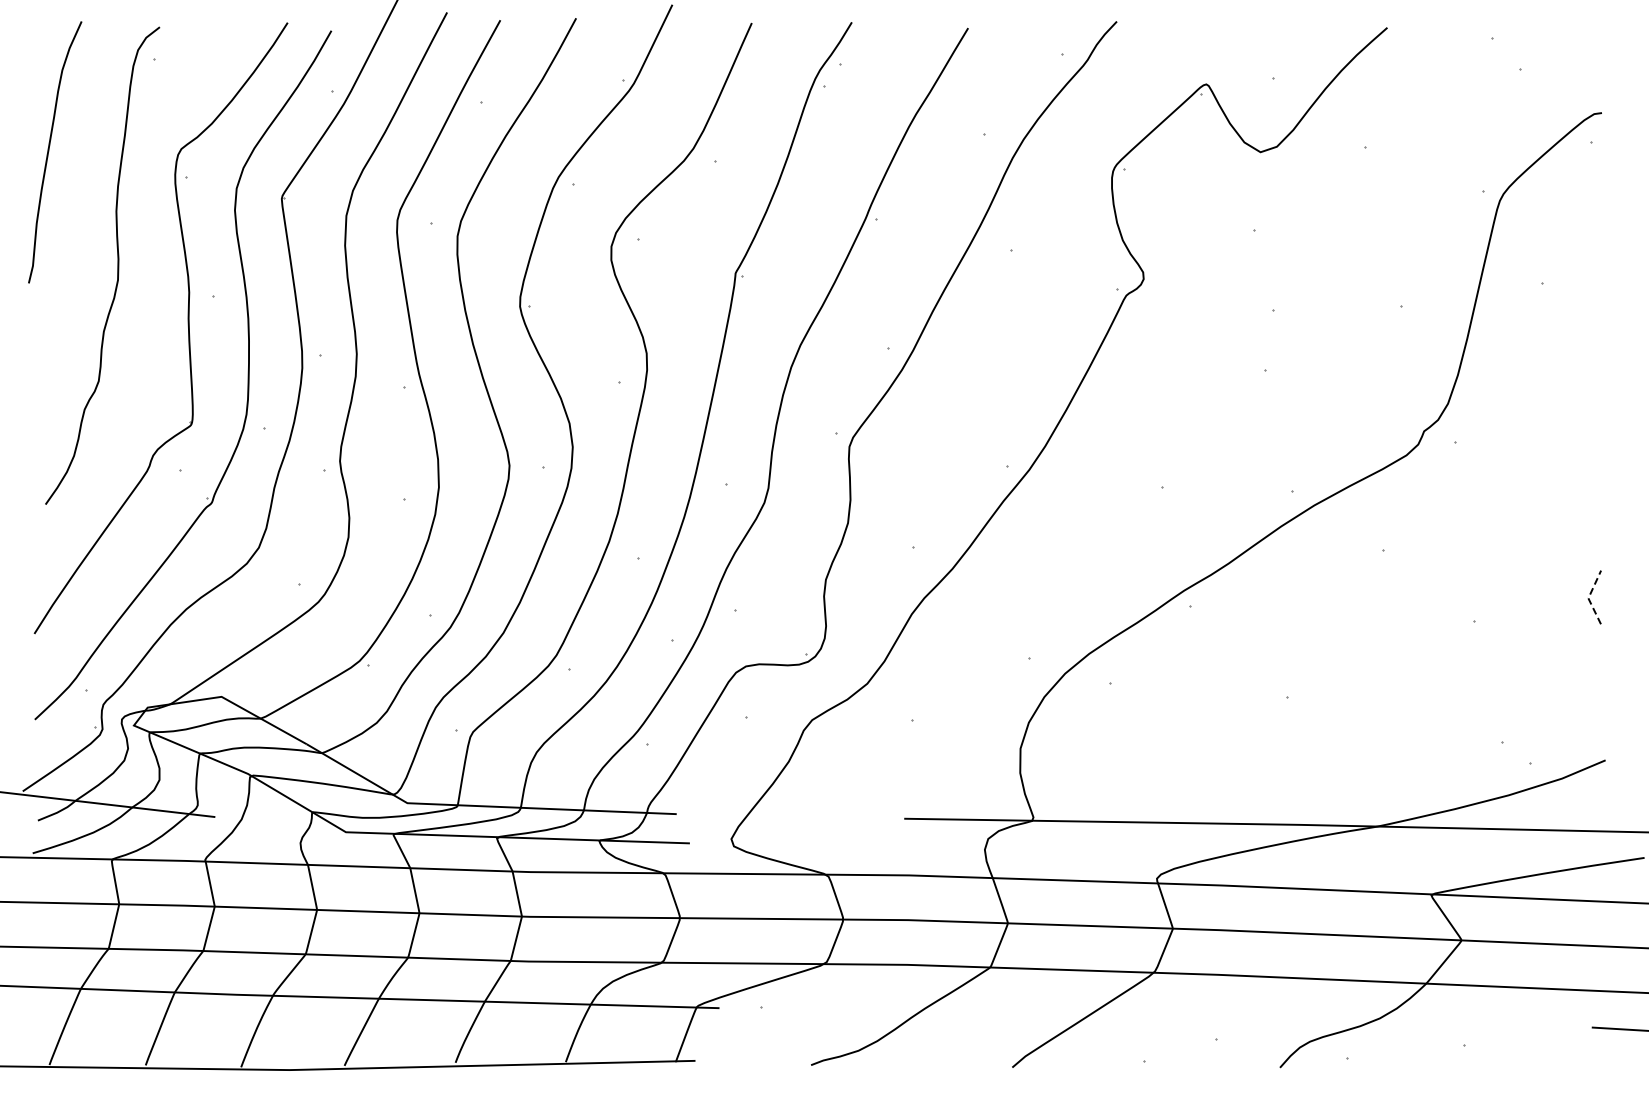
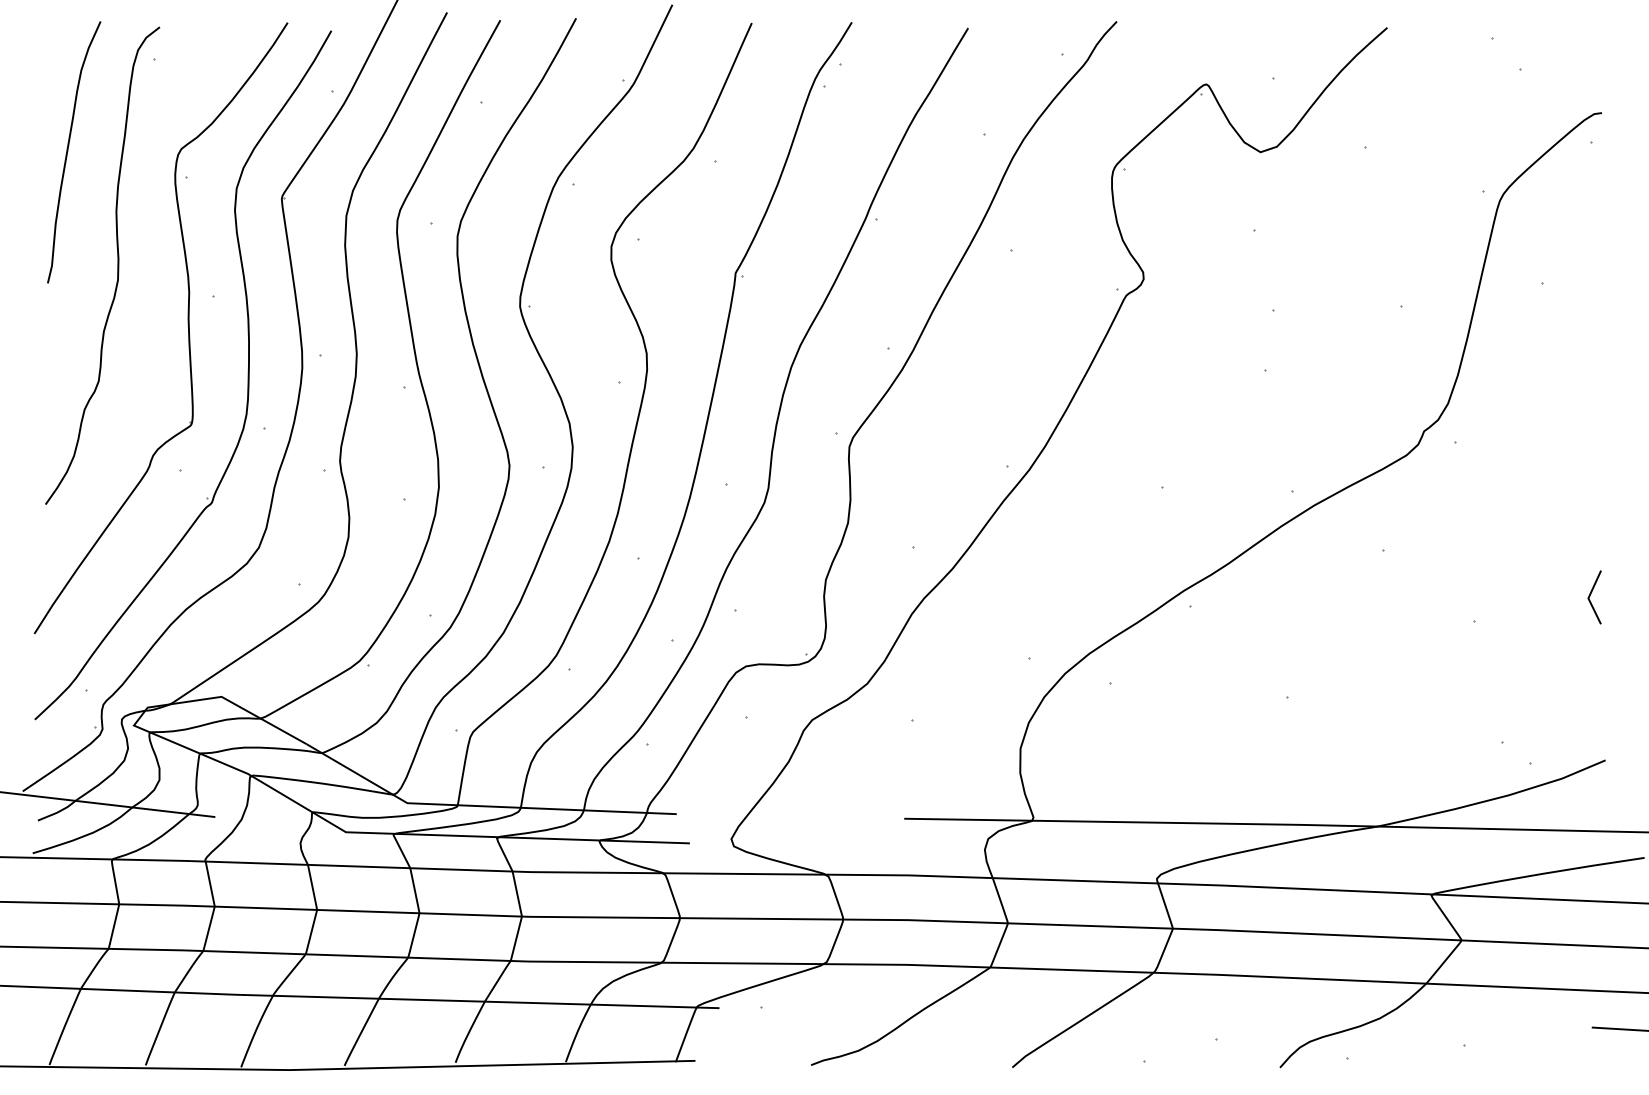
curve at (49, 151) position: (49, 151) -> (68, 151)
line at (1588, 597): dashed -> solid
